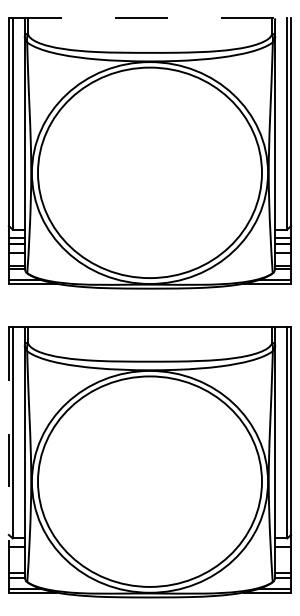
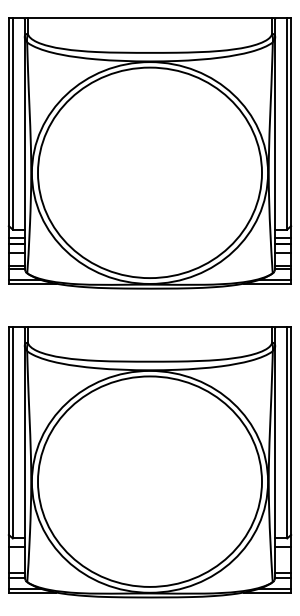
line at (150, 18): dashed -> solid
line at (8, 459): dashed -> solid
